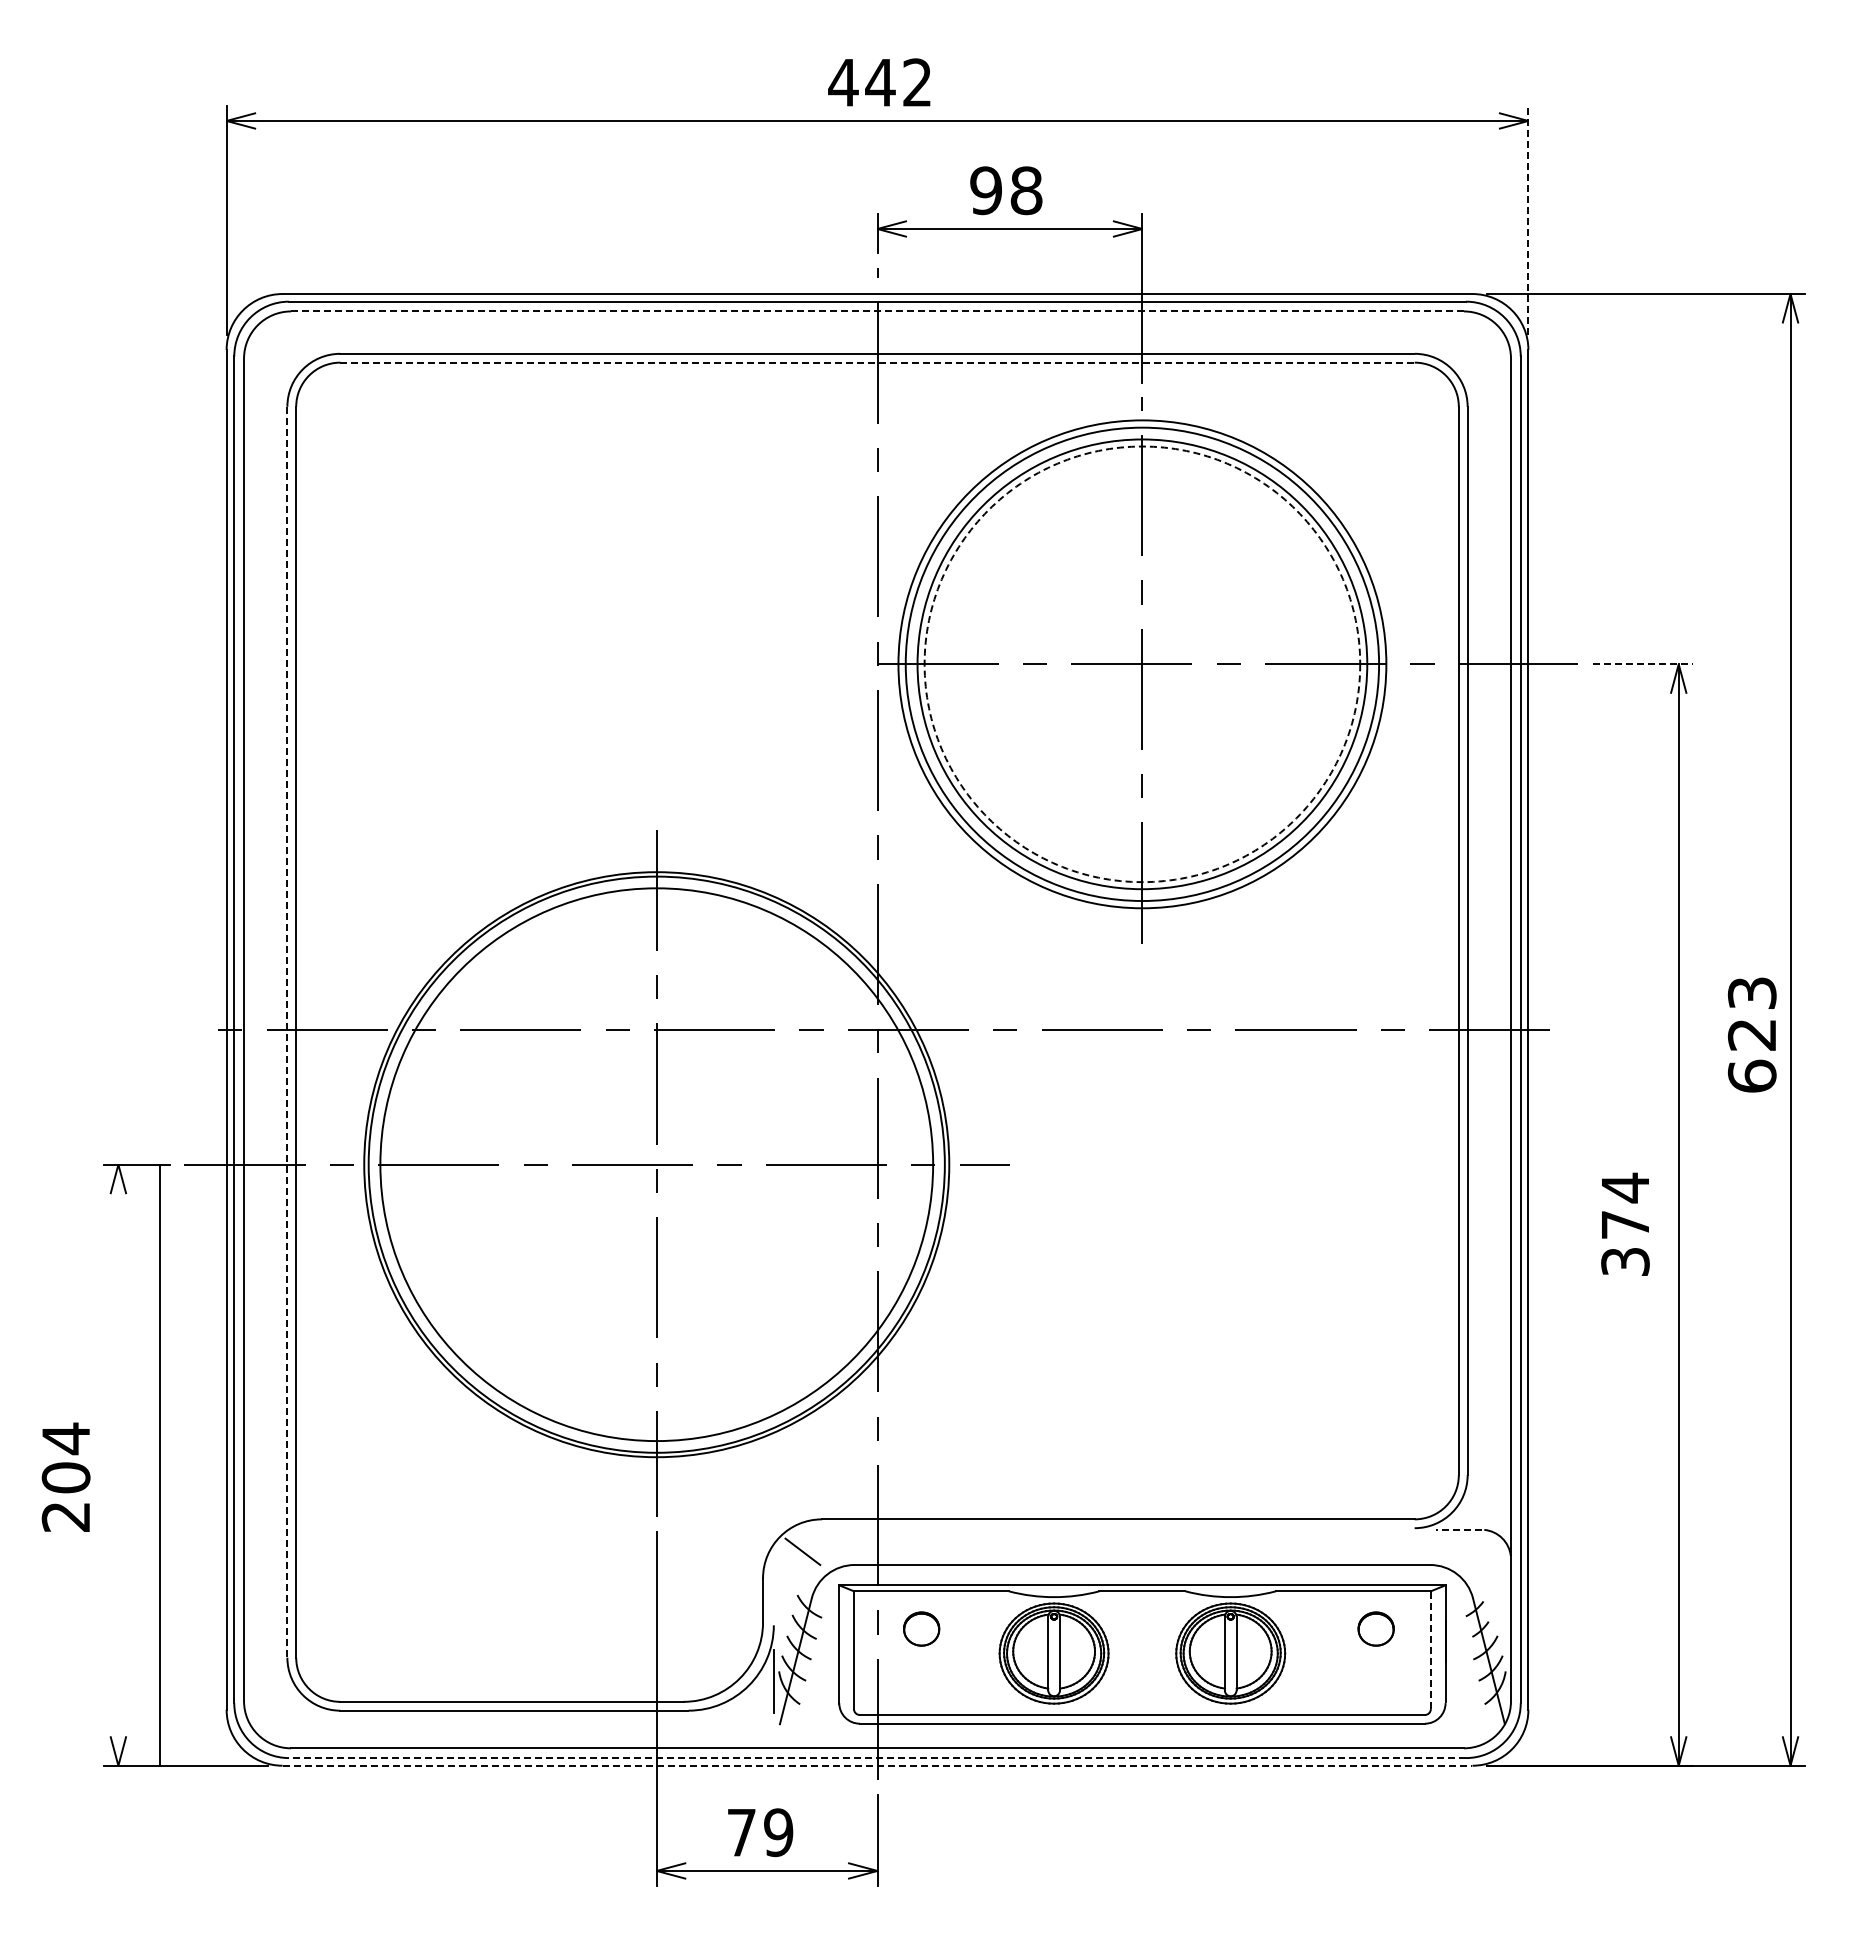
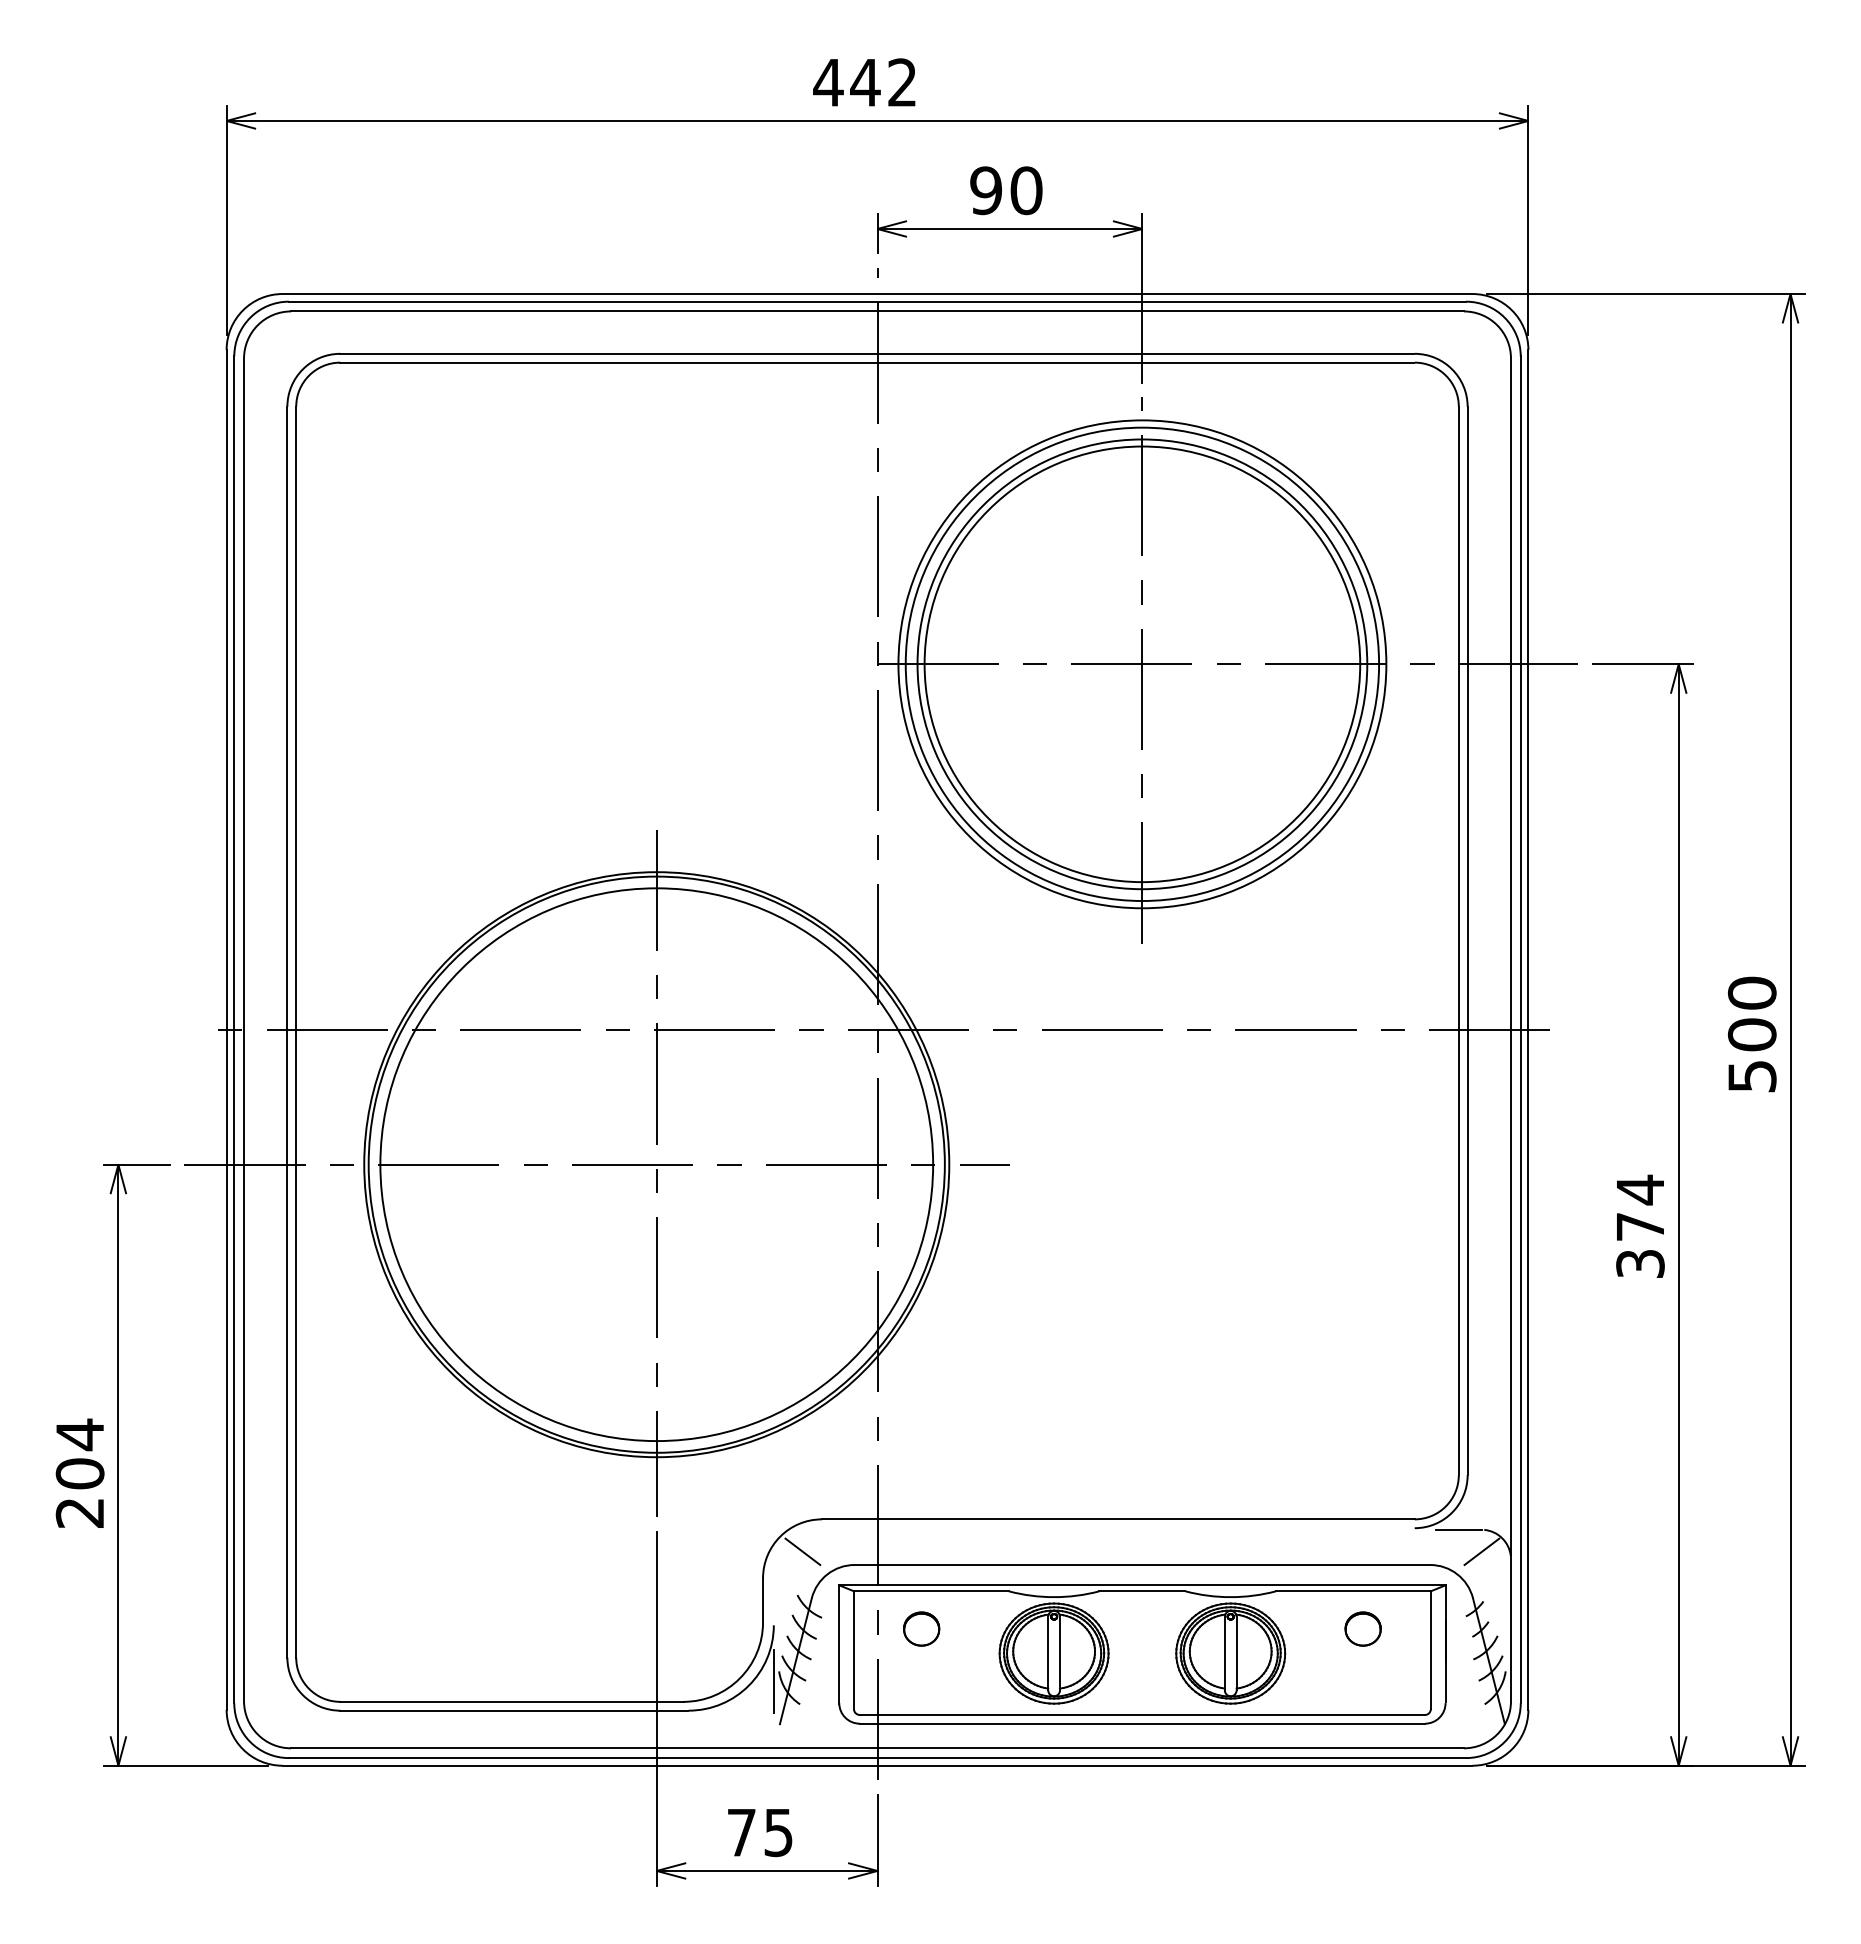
text at (879, 82) position: (879, 82) -> (864, 82)
text at (1026, 190): 98 -> 90
line at (1528, 220): dashed -> solid
line at (878, 311): dashed -> solid
line at (877, 362): dashed -> solid
circle at (1142, 664): dashed -> solid
line at (1643, 664): dashed -> solid
line at (287, 1032): dashed -> solid
text at (1751, 1034): 623 -> 500
text at (1625, 1223) position: (1625, 1223) -> (1640, 1225)
line at (160, 1464) position: (160, 1464) -> (118, 1464)
text at (65, 1476) position: (65, 1476) -> (79, 1472)
line at (1459, 1529): dashed -> solid
line at (1481, 1551): none -> present
part at (1375, 1628) position: (1375, 1628) -> (1362, 1628)
line at (1430, 1650): dashed -> solid
line at (877, 1758): dashed -> solid
line at (877, 1765): dashed -> solid
text at (778, 1832): 79 -> 75
